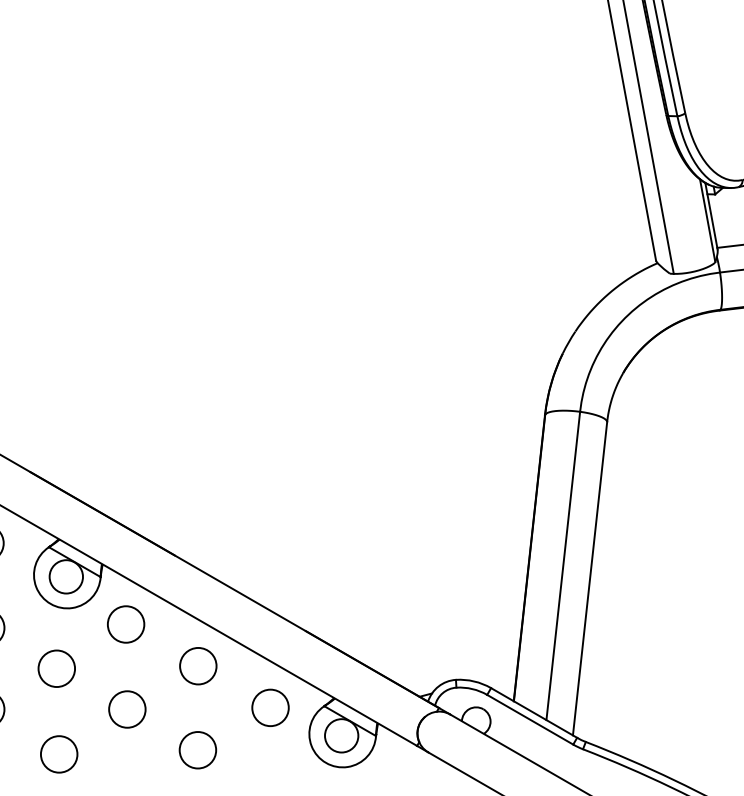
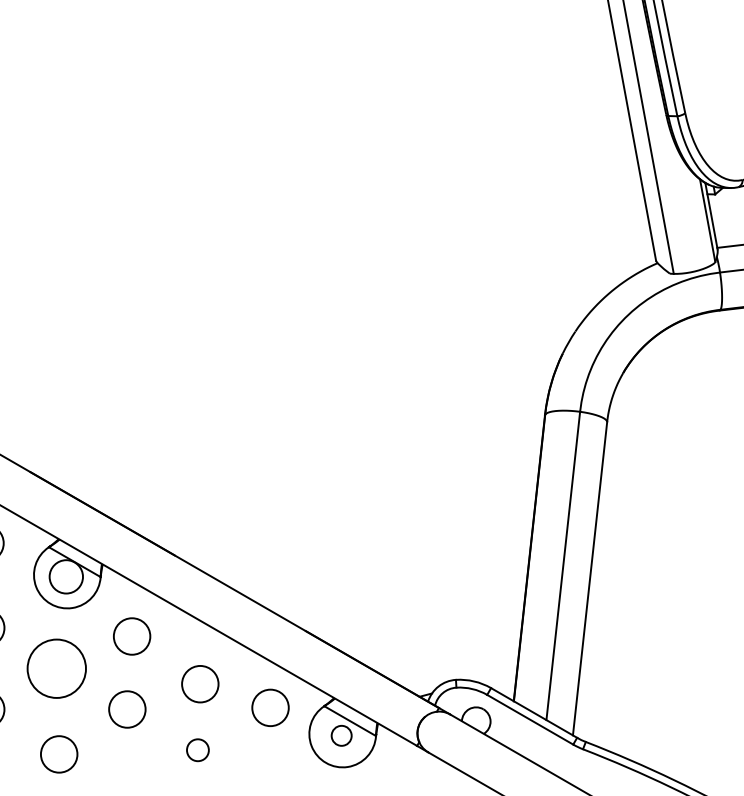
circle at (126, 624) position: (126, 624) -> (132, 636)
circle at (198, 666) position: (198, 666) -> (200, 684)
circle at (56, 668) diameter: 36 px -> 58 px
circle at (341, 735) diameter: 33 px -> 20 px
circle at (197, 750) diameter: 36 px -> 22 px
